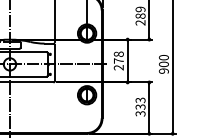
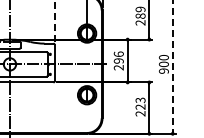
line at (54, 21): solid -> dashed
text at (118, 57): 278 -> 296
line at (172, 66): solid -> dashed
text at (140, 110): 333 -> 223
